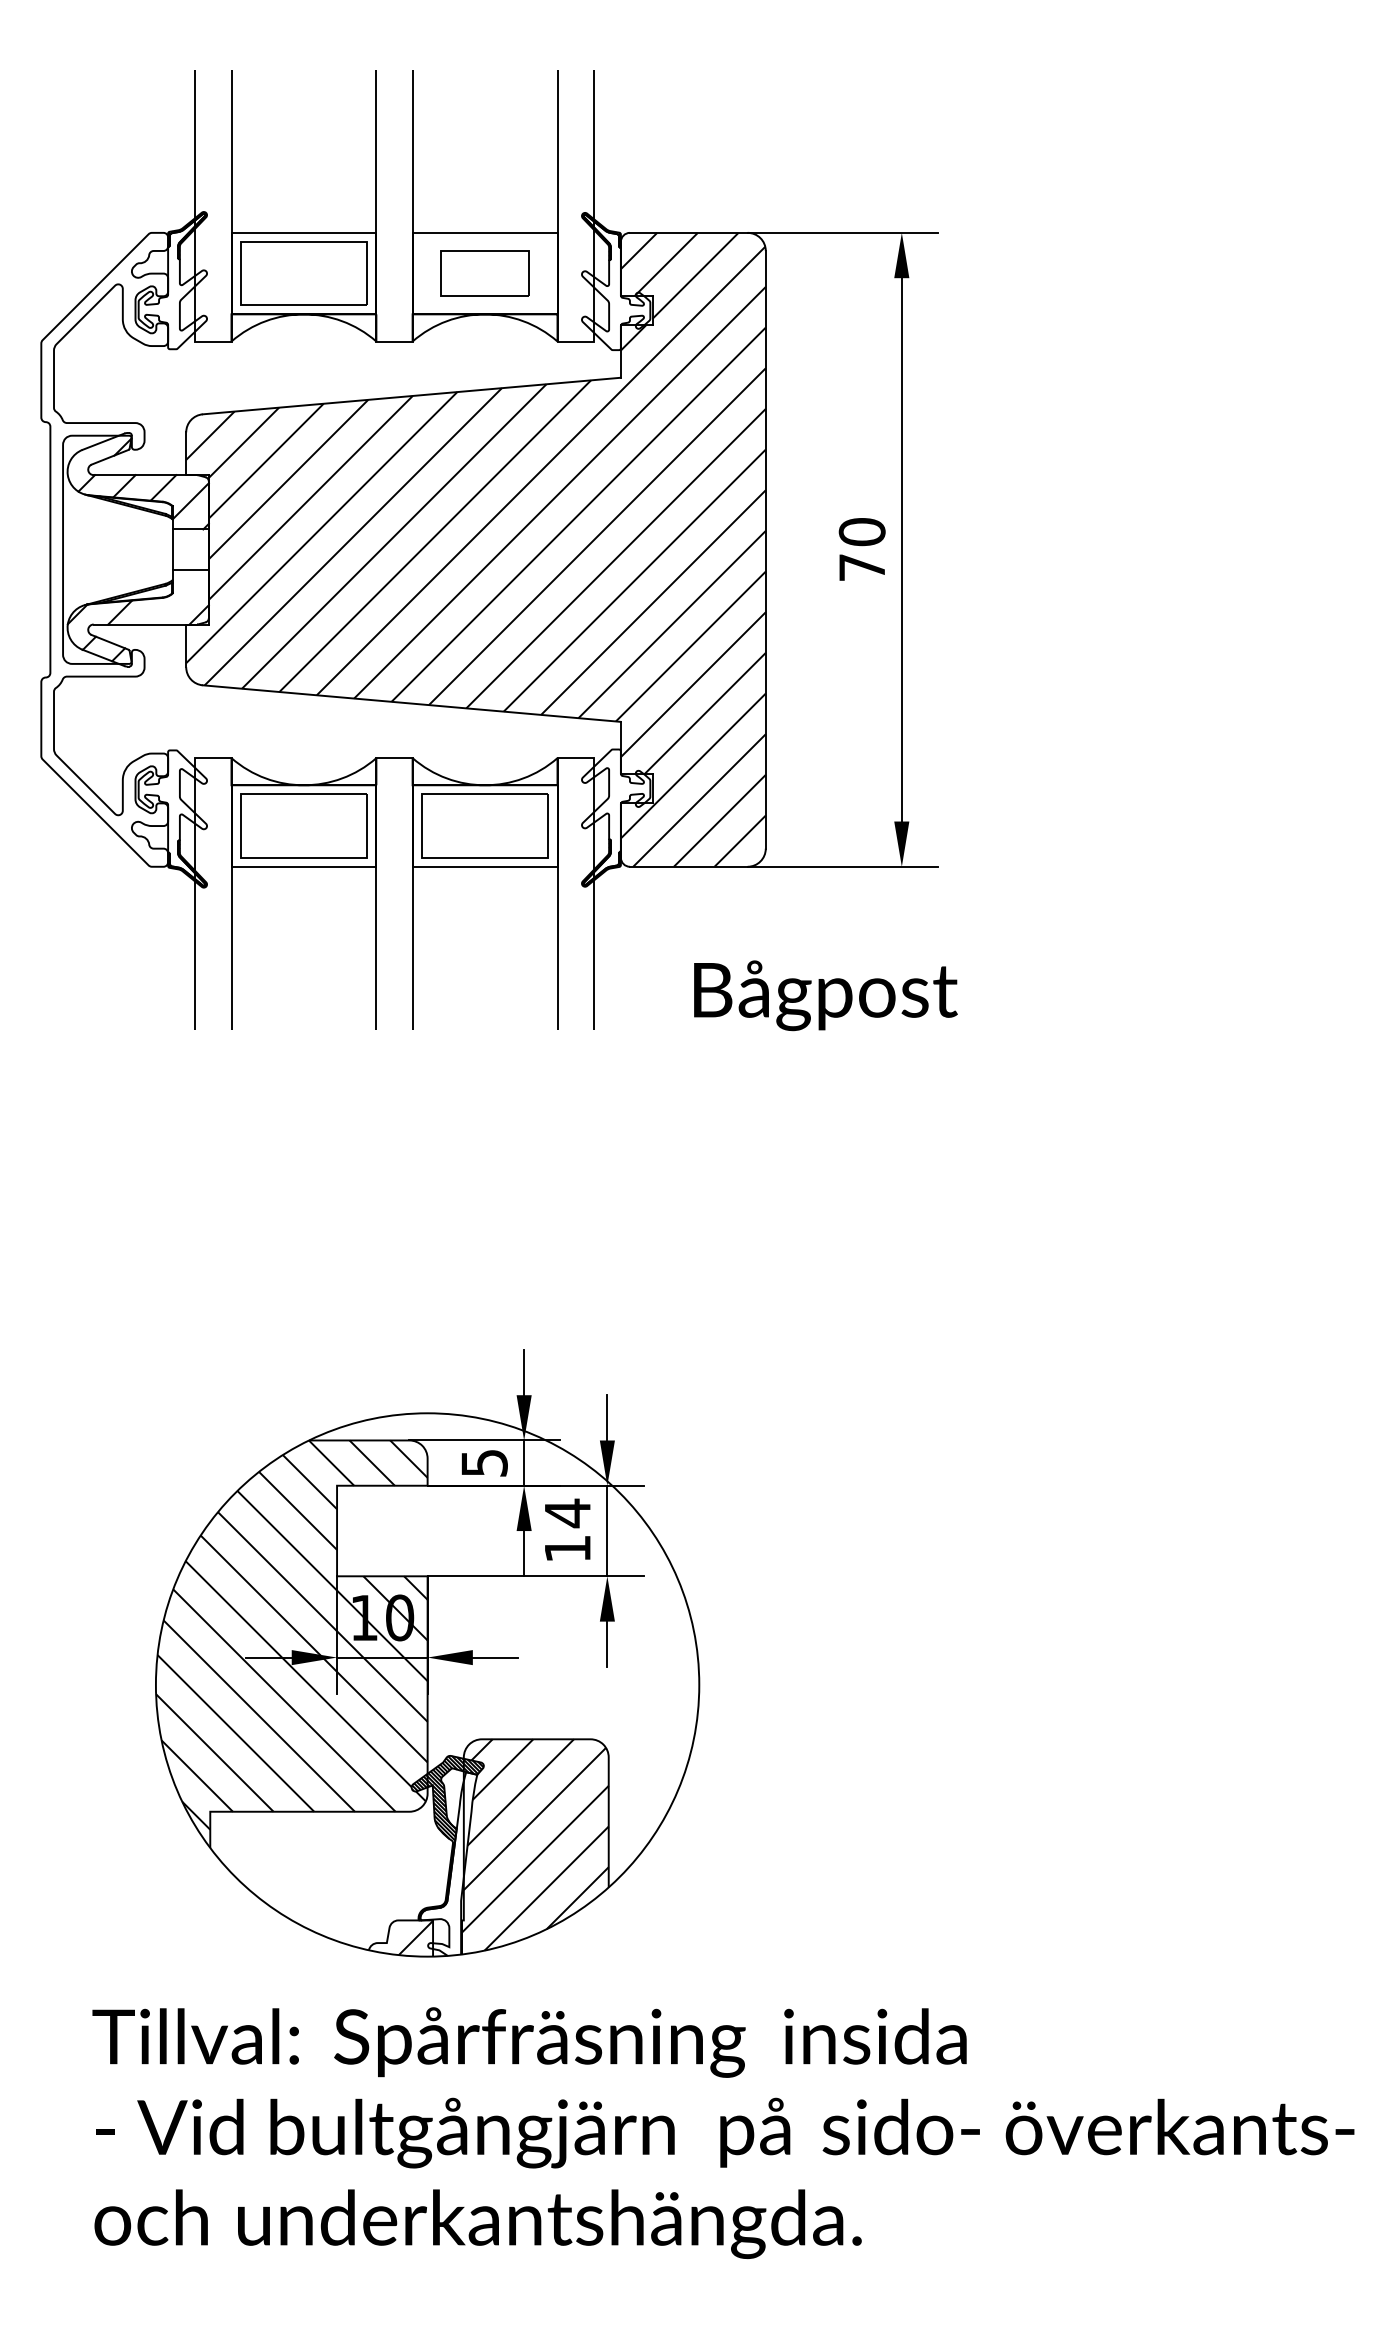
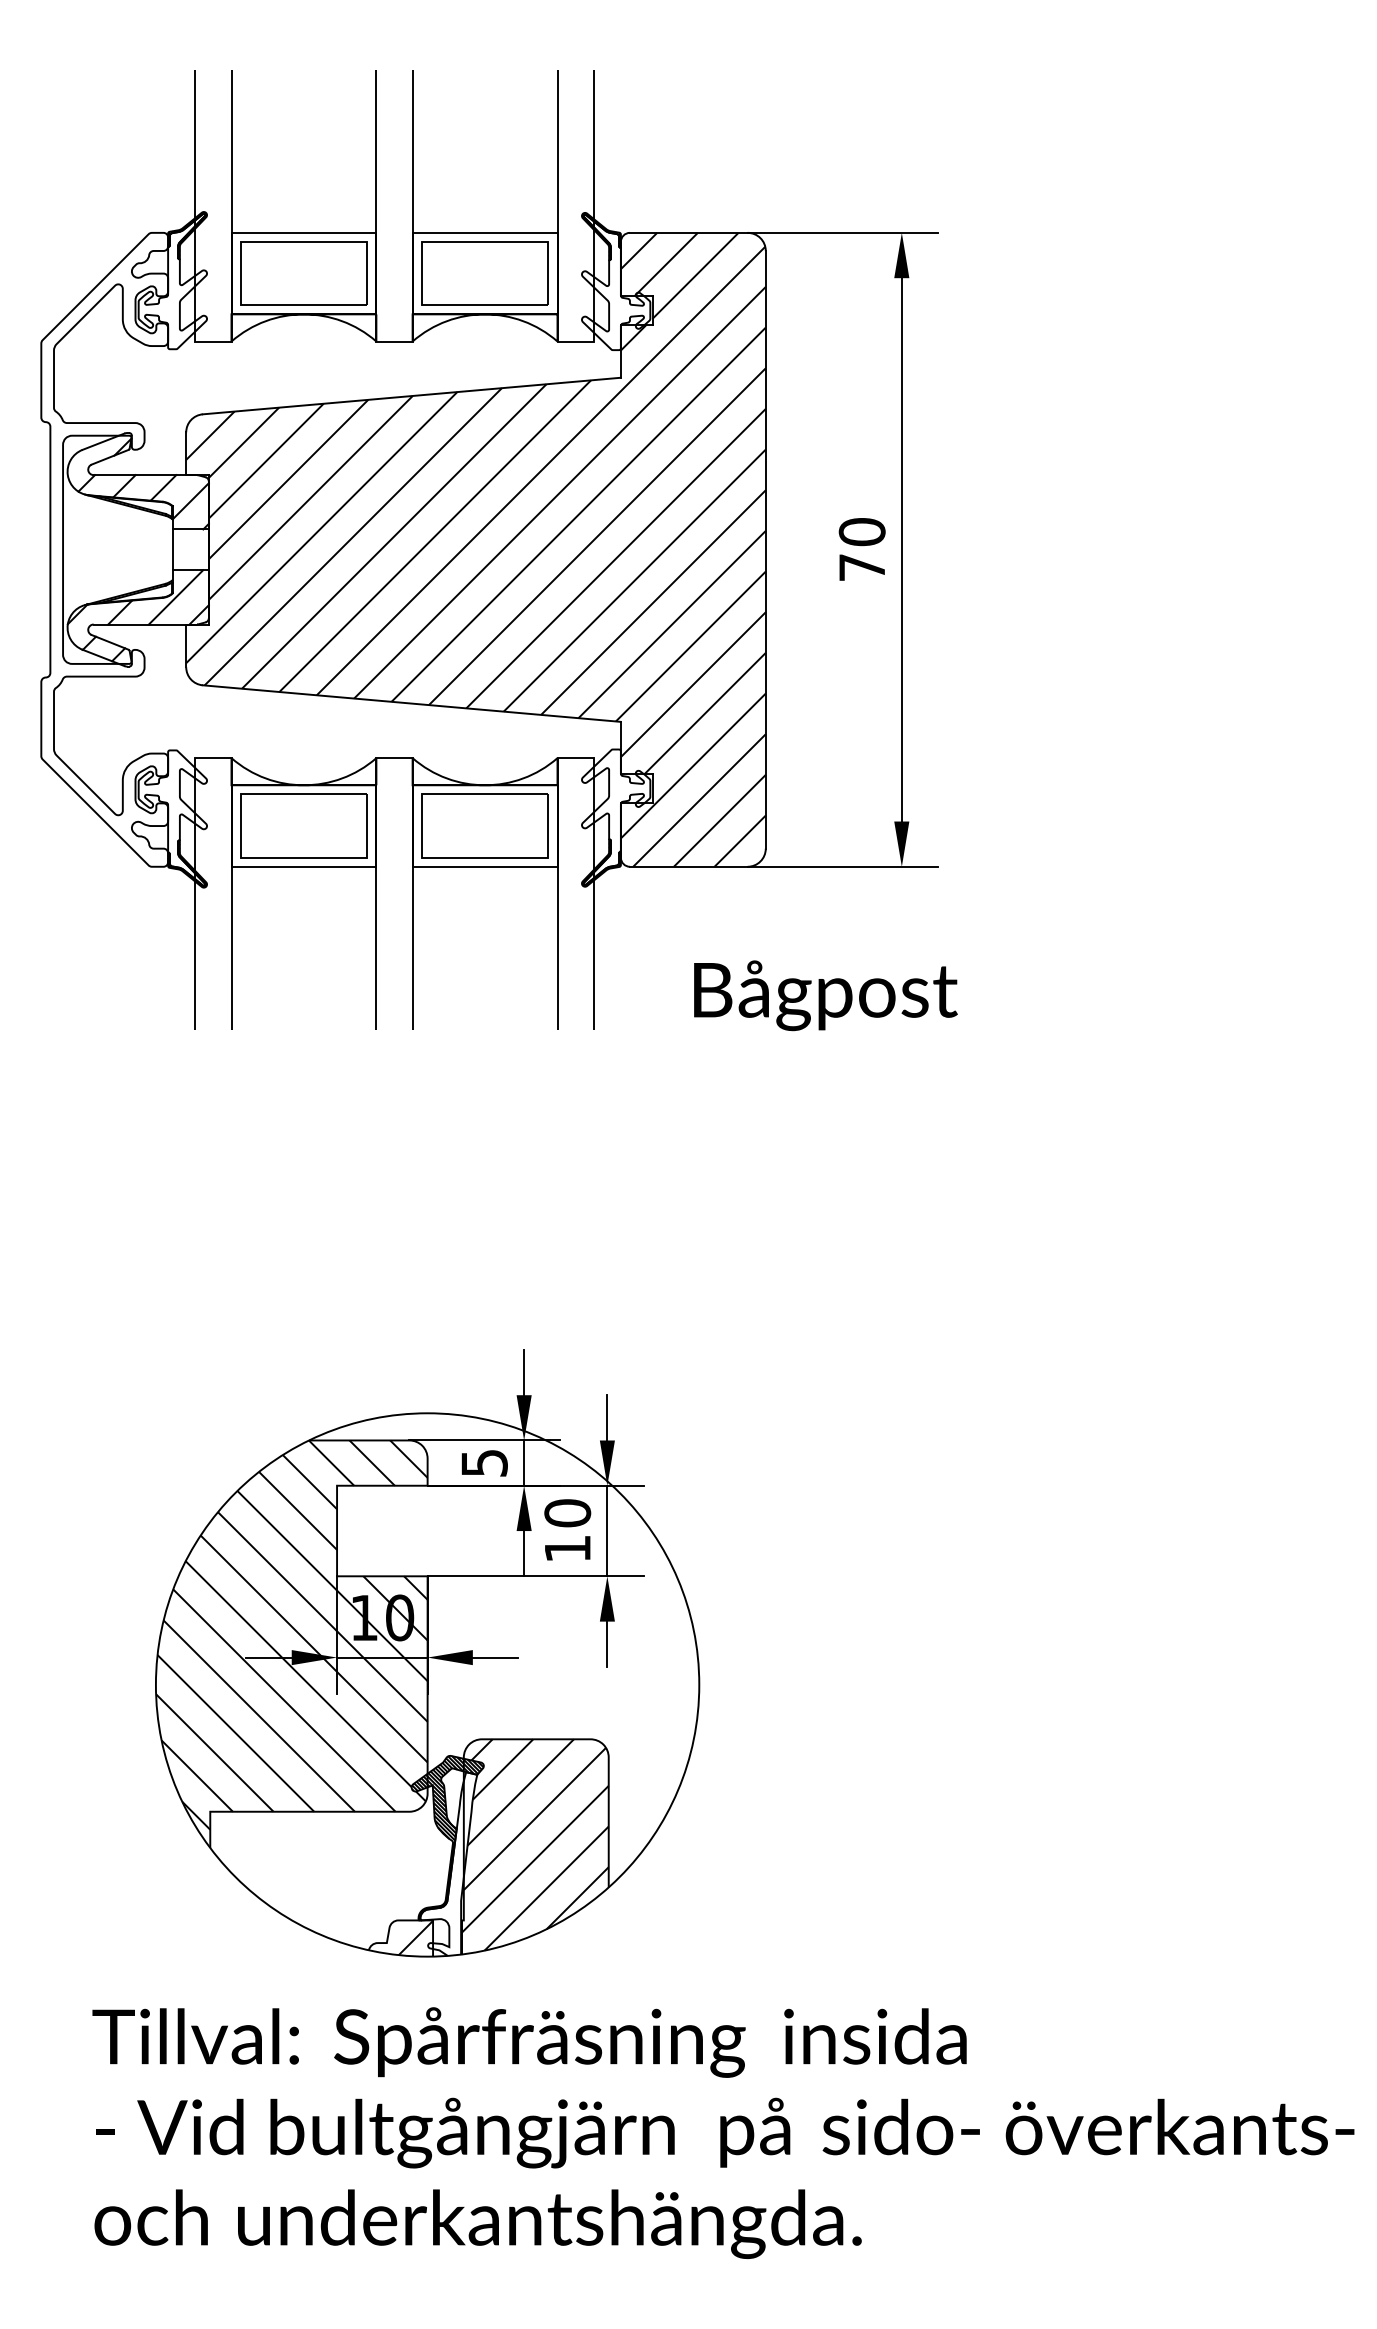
part at (484, 273) size: 90x47 px -> 128x65 px
line at (175, 597): none -> present
text at (567, 1513): 14 -> 10
